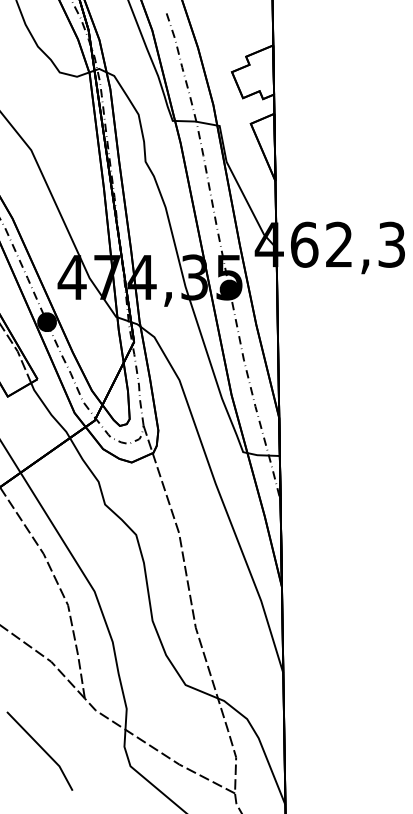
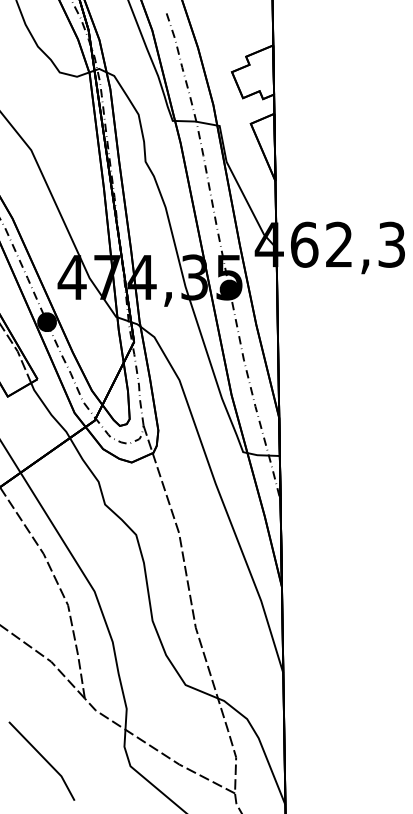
line at (40, 748) position: (40, 748) -> (42, 758)
